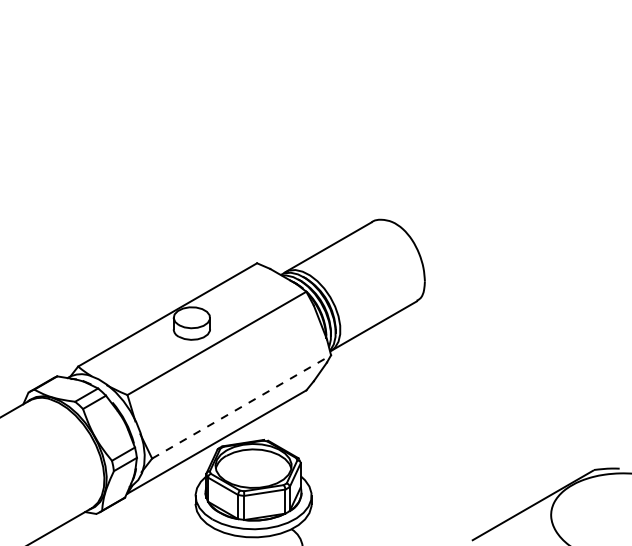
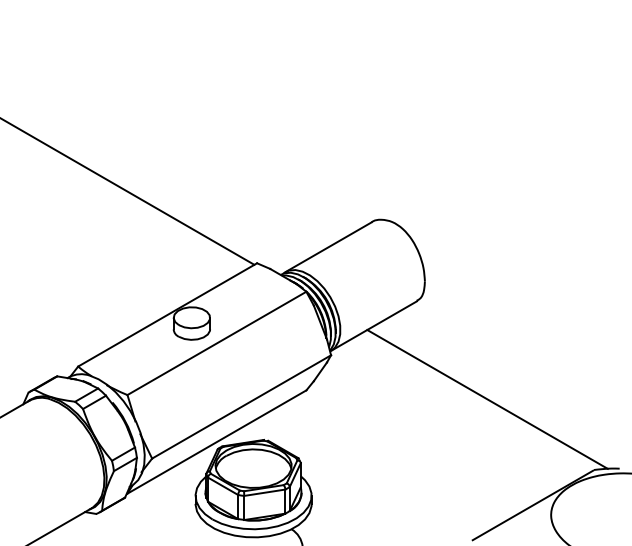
line at (128, 191): none -> present
line at (487, 399): none -> present
line at (242, 406): dashed -> solid
